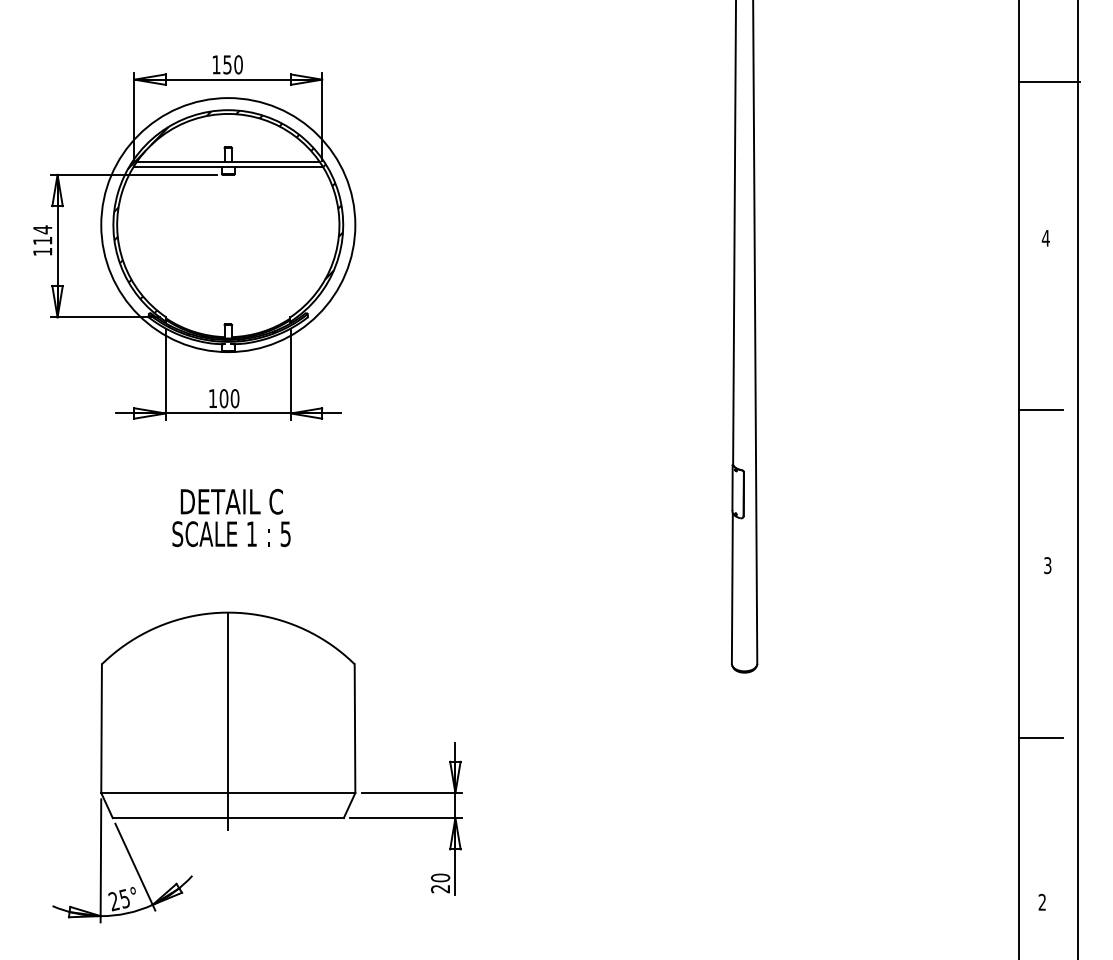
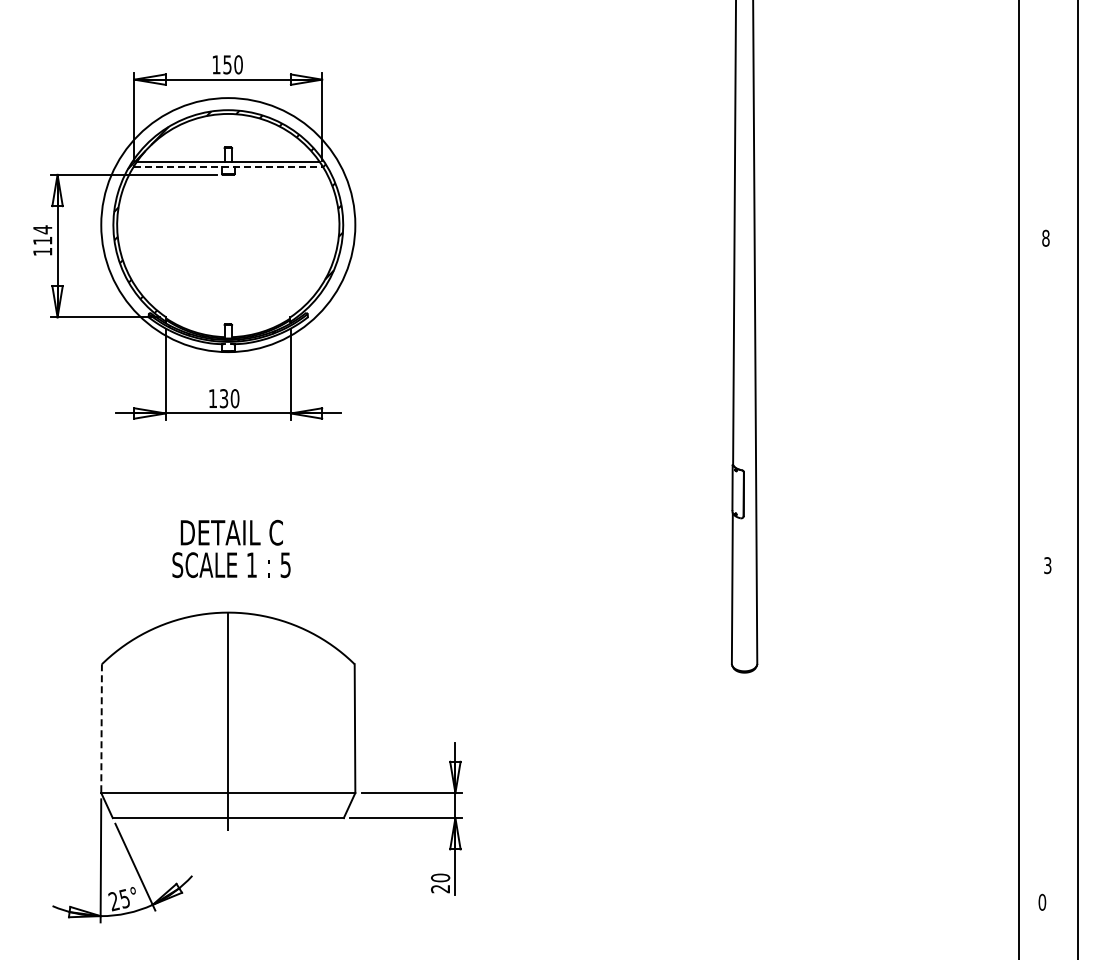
line at (1048, 81): present -> none
line at (228, 167): solid -> dashed
text at (1045, 237): 4 -> 8
text at (223, 398): 100 -> 130
line at (1040, 409): present -> none
text at (231, 517) position: (231, 517) -> (231, 548)
line at (101, 729): solid -> dashed
line at (1040, 737): present -> none
text at (1042, 901): 2 -> 0
